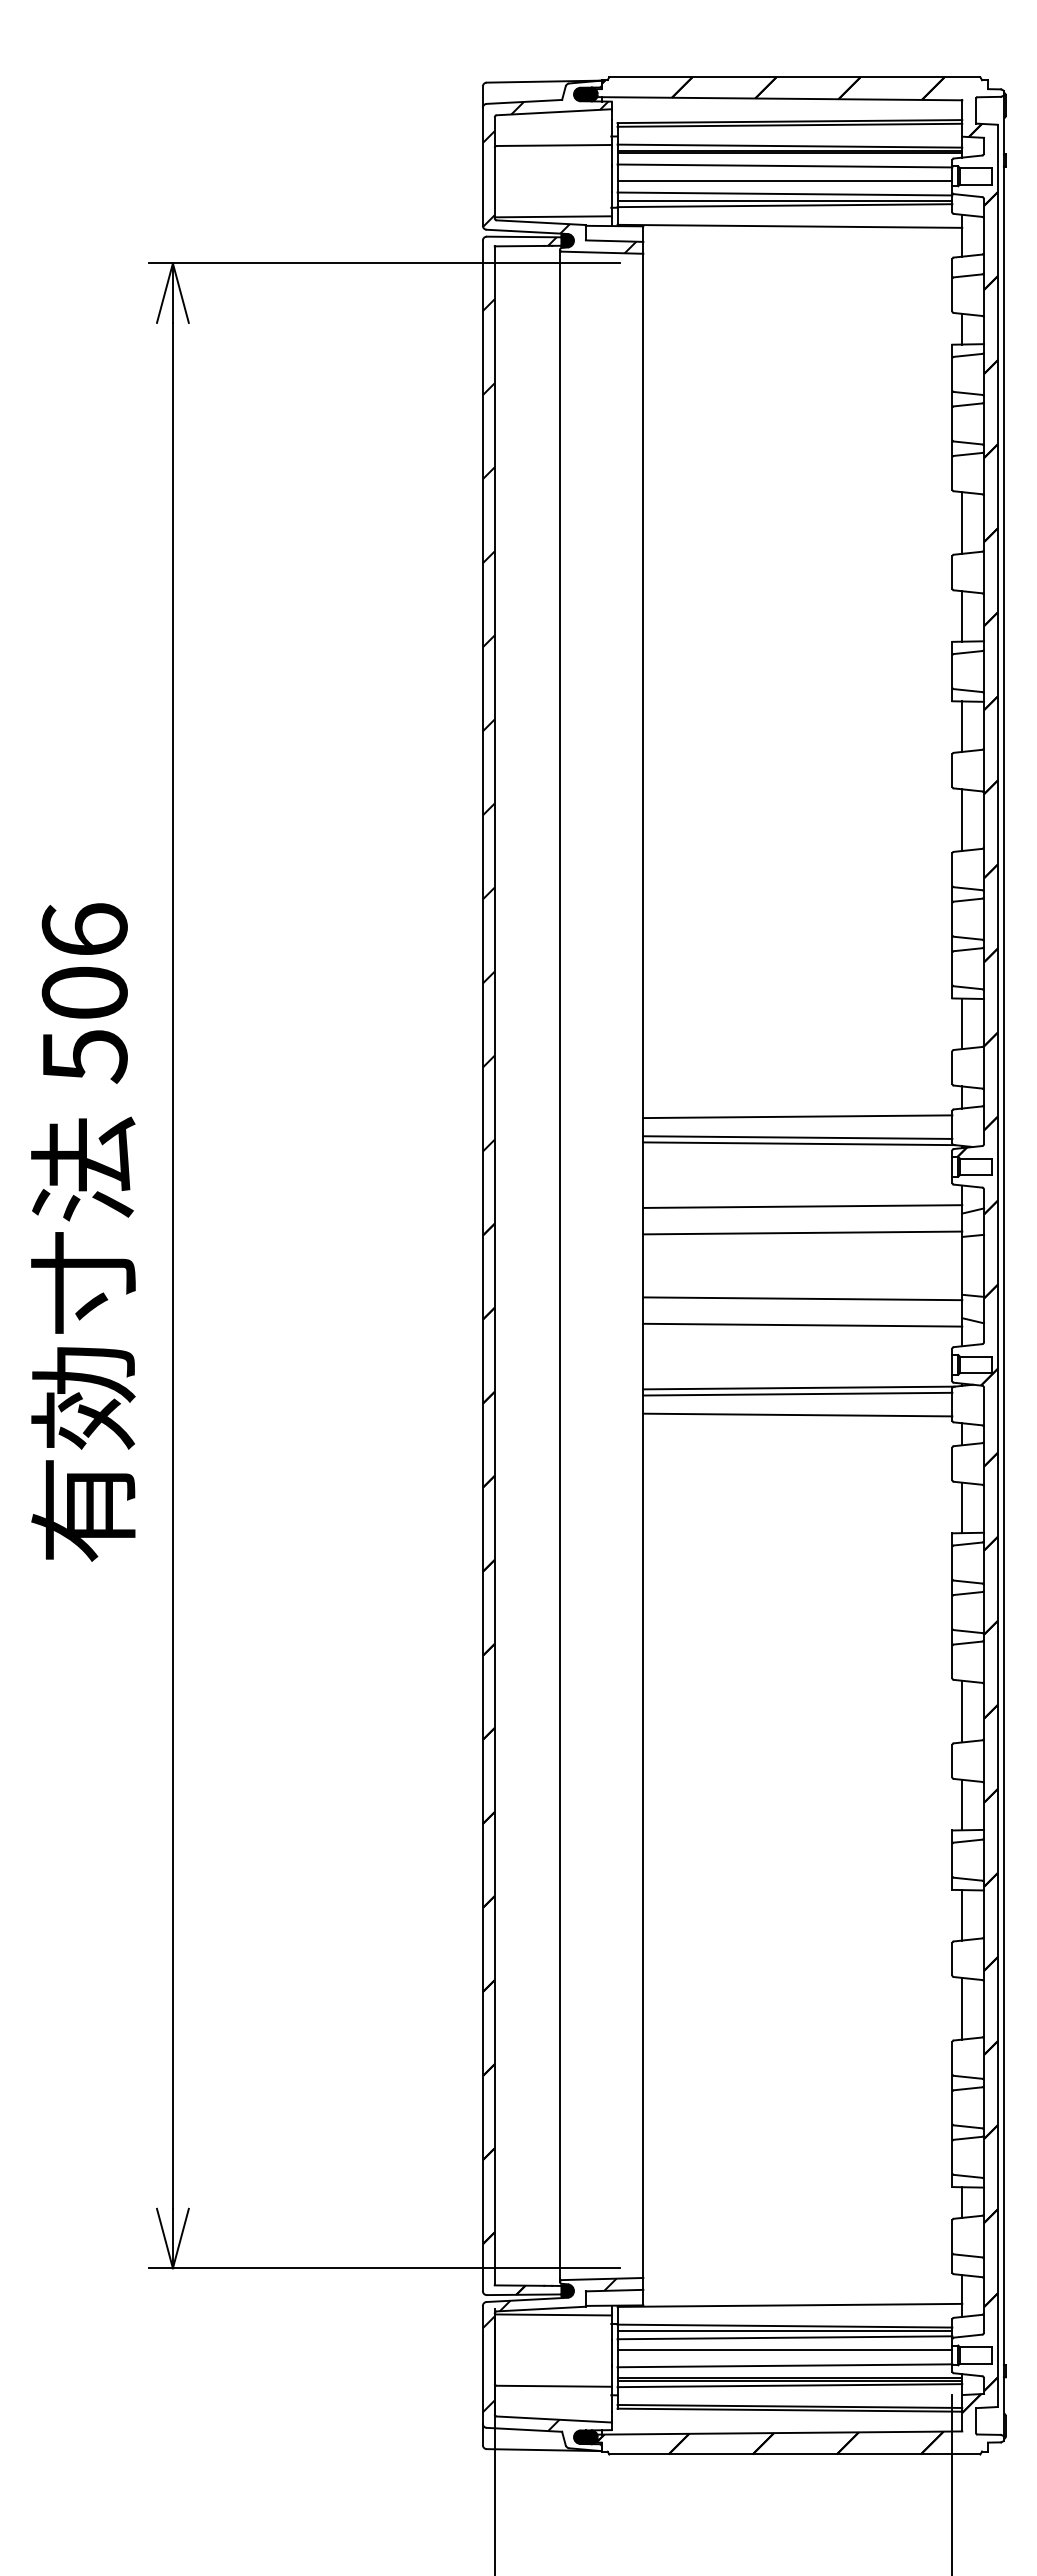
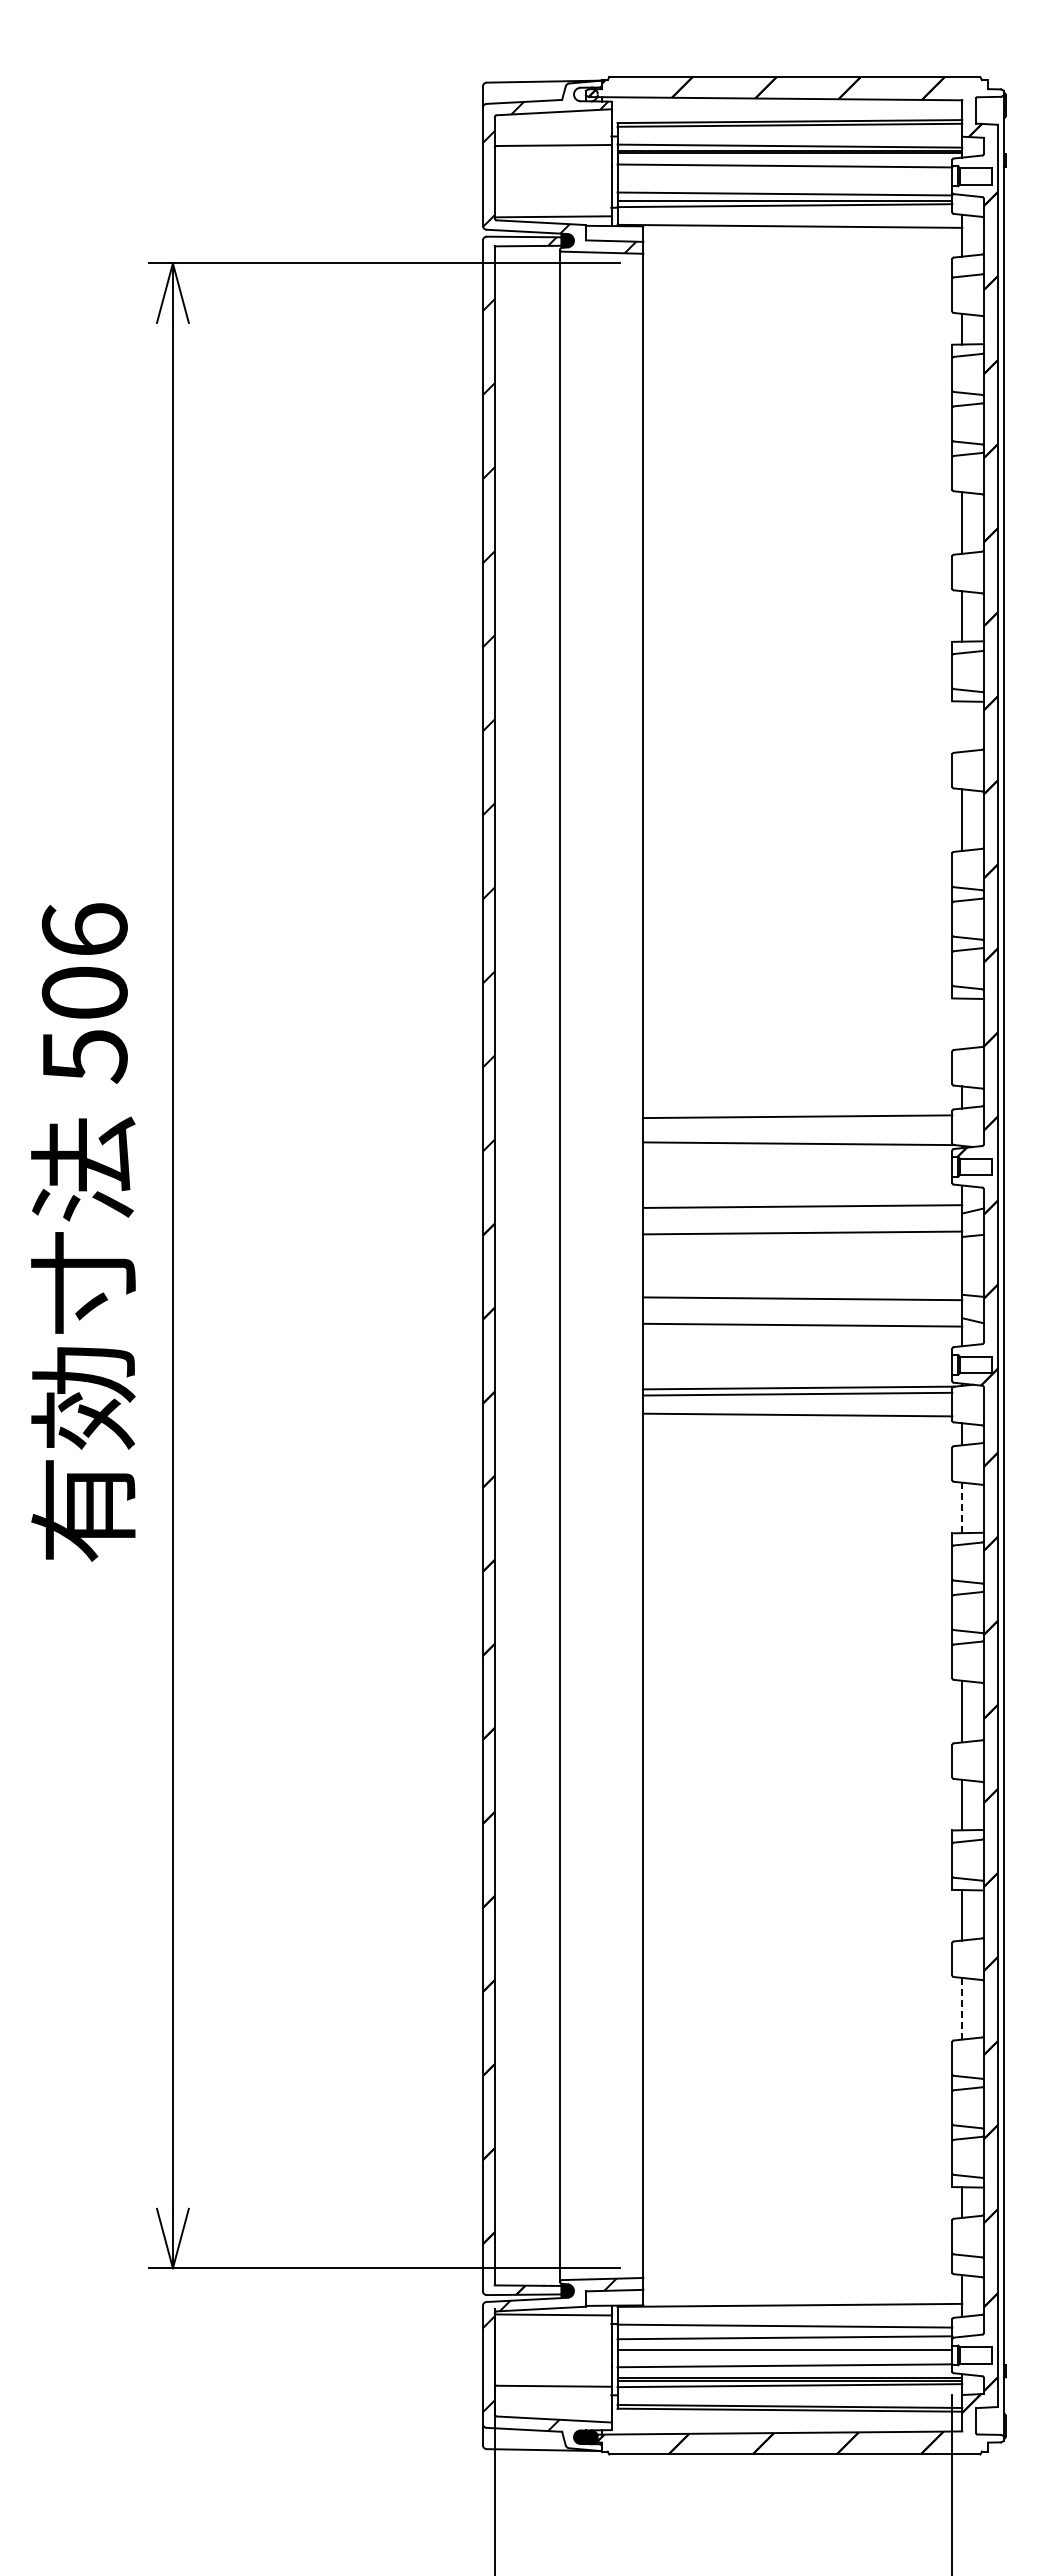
fill at (585, 94): present -> none
line at (784, 181): present -> none
line at (962, 726): present -> none
line at (962, 1023): present -> none
line at (797, 1137): present -> none
line at (962, 1507): solid -> dashed
line at (962, 2008): solid -> dashed
line at (784, 2330): present -> none
